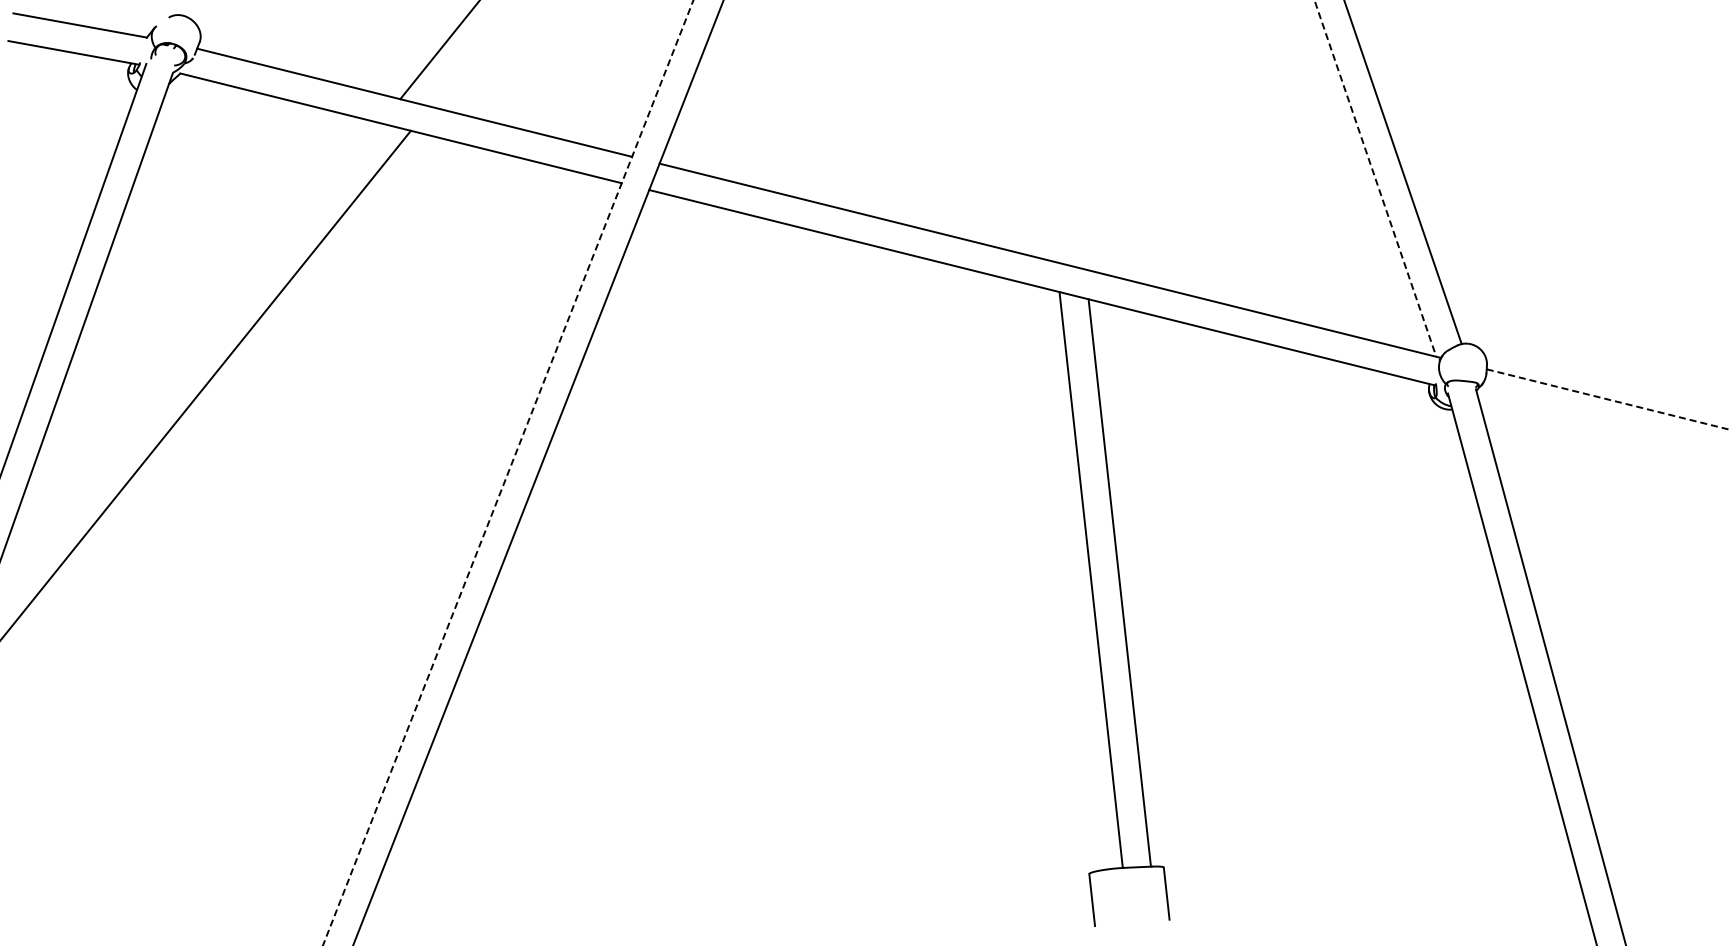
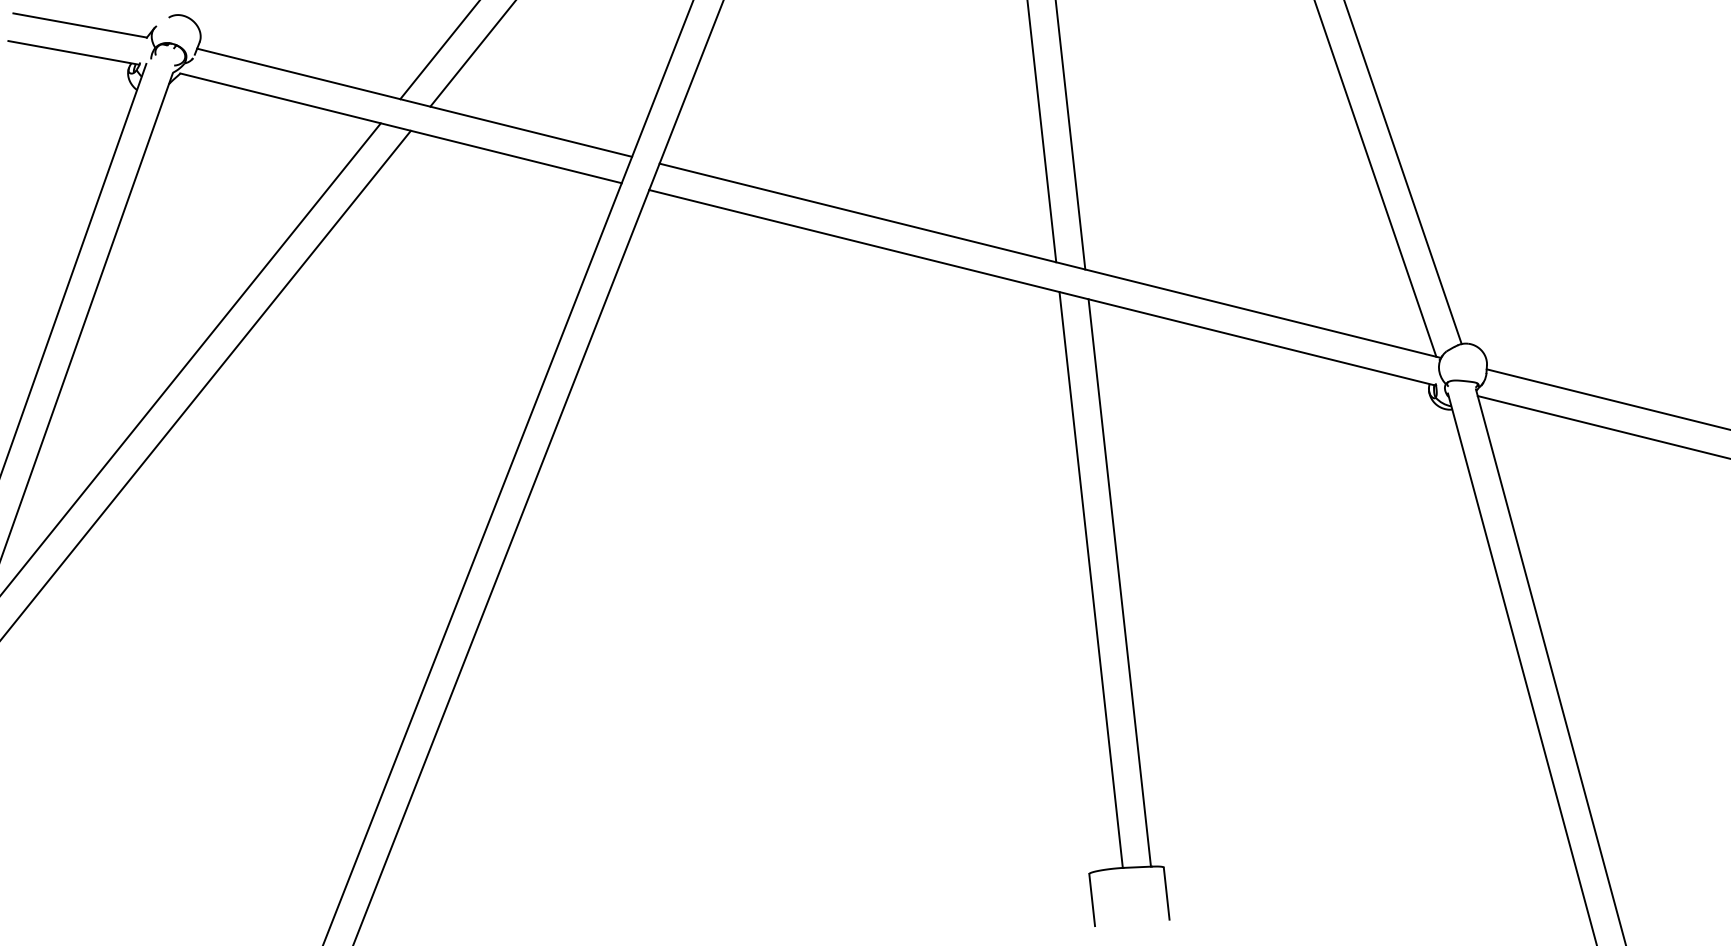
line at (472, 54): none -> present
line at (1041, 132): none -> present
line at (1070, 135): none -> present
line at (1375, 178): dashed -> solid
line at (191, 358): none -> present
line at (1607, 399): dashed -> solid
line at (1602, 427): none -> present
line at (508, 473): dashed -> solid
